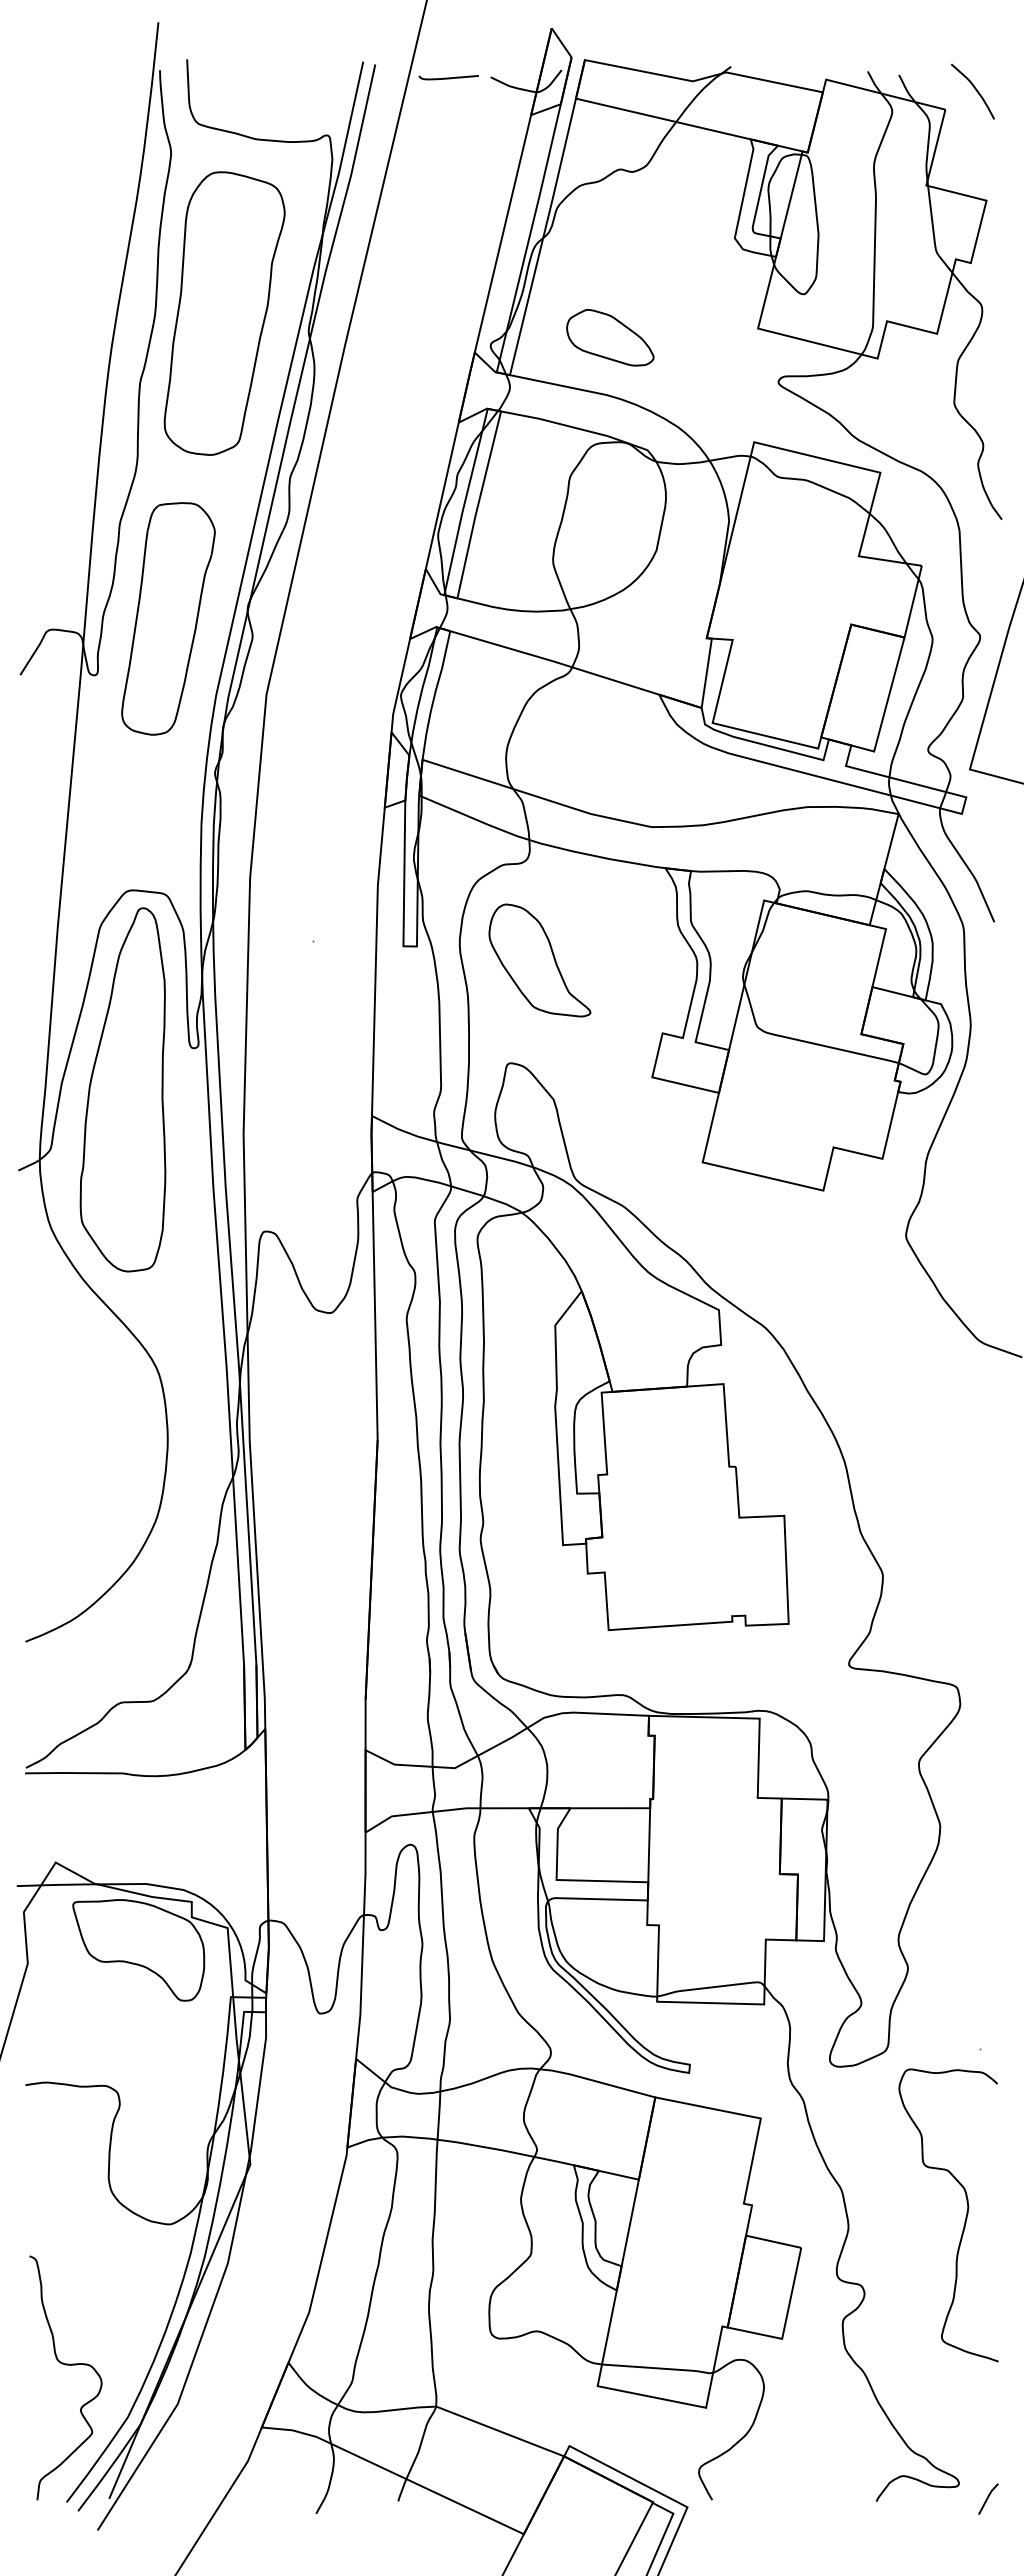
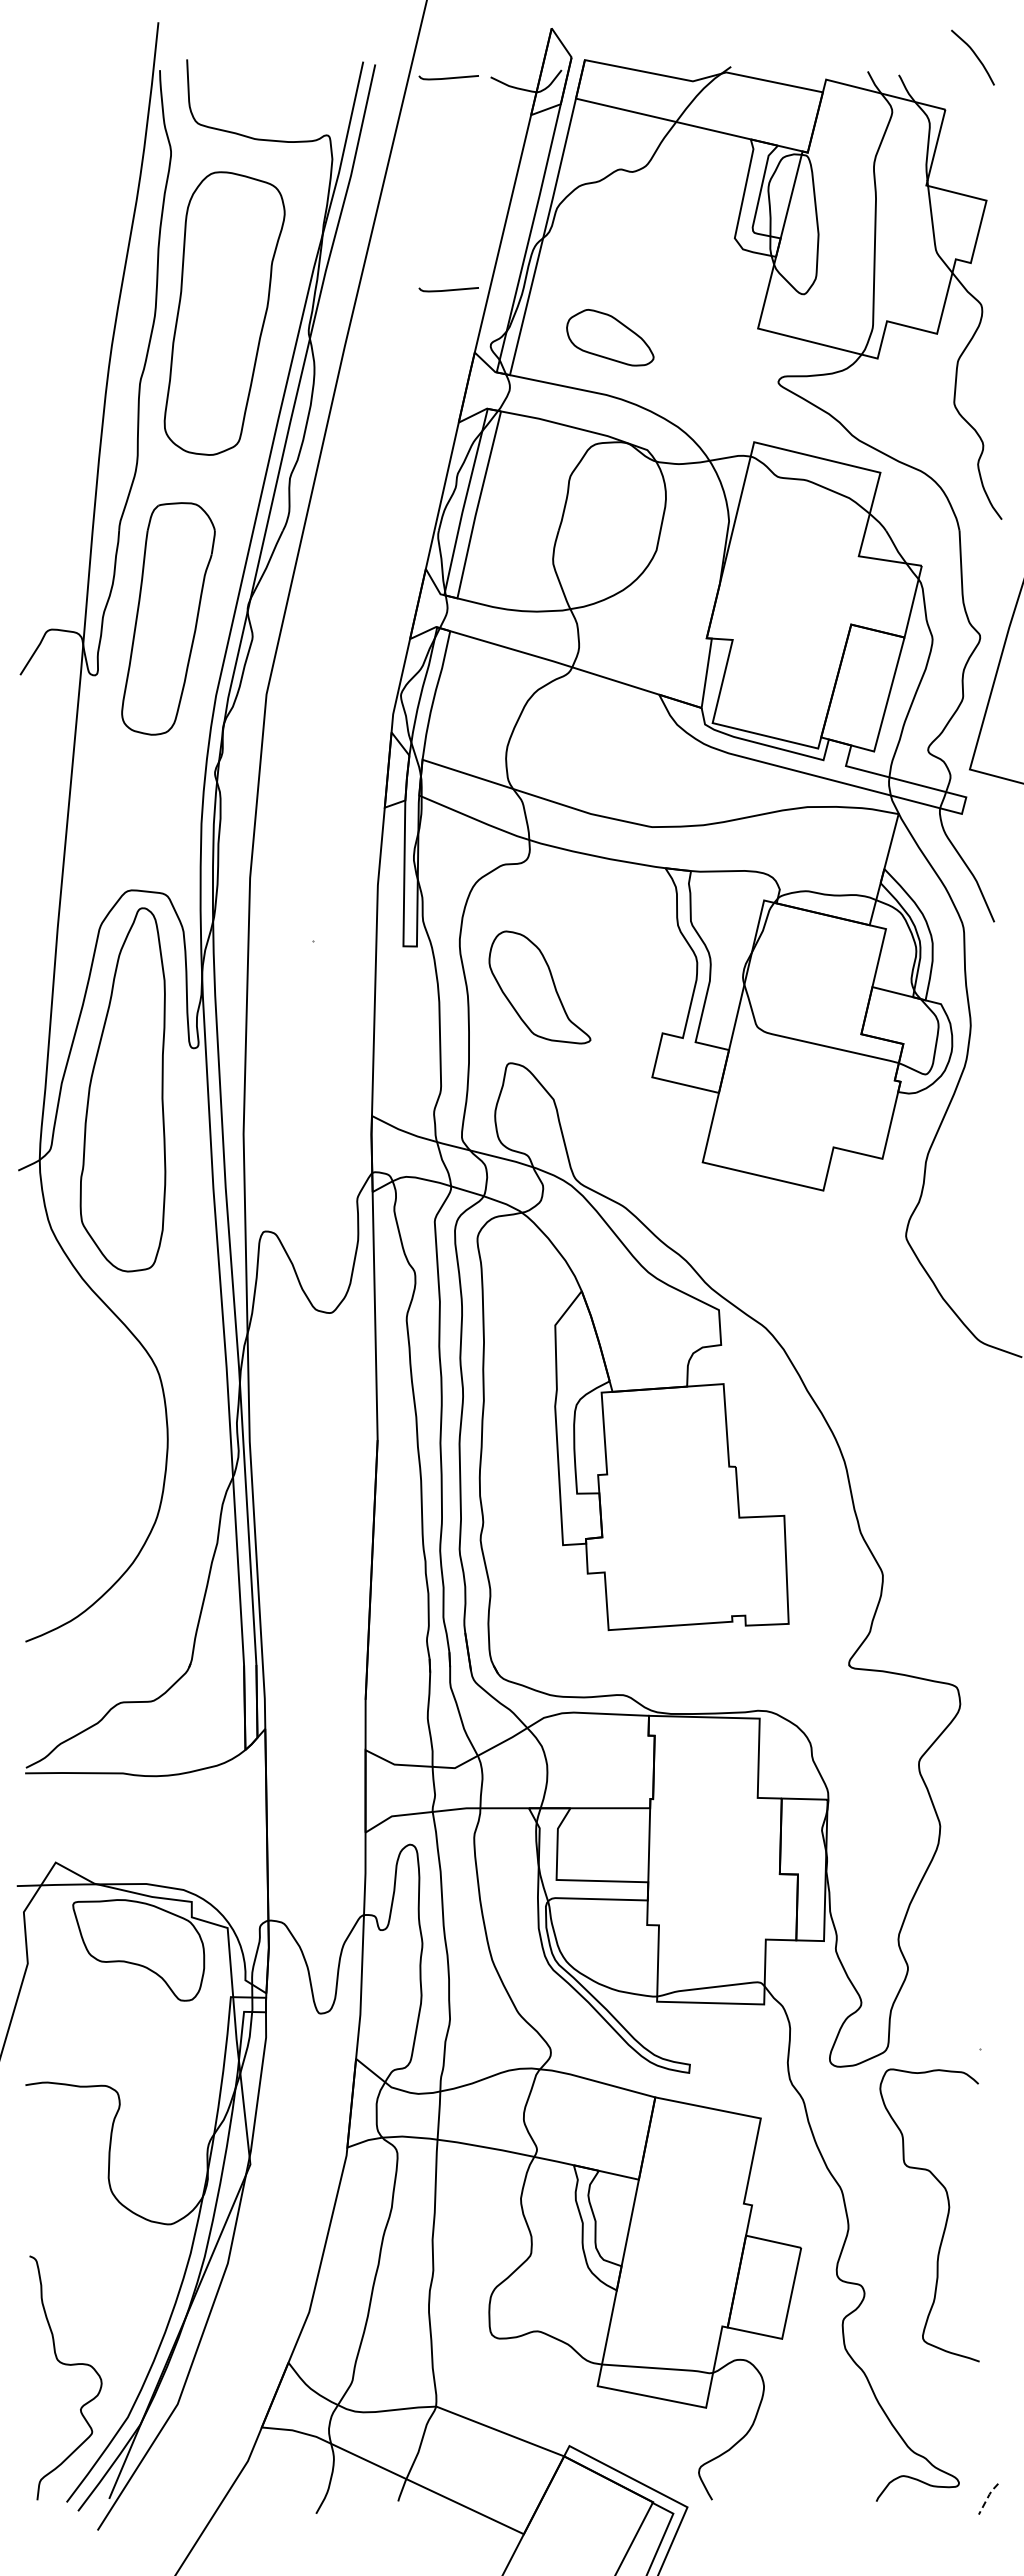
curve at (975, 90) position: (975, 90) -> (975, 56)
curve at (448, 289): none -> present
part at (539, 960) position: (539, 960) -> (539, 987)
curve at (965, 2216) position: (965, 2216) -> (946, 2216)
line at (988, 2497): solid -> dashed
